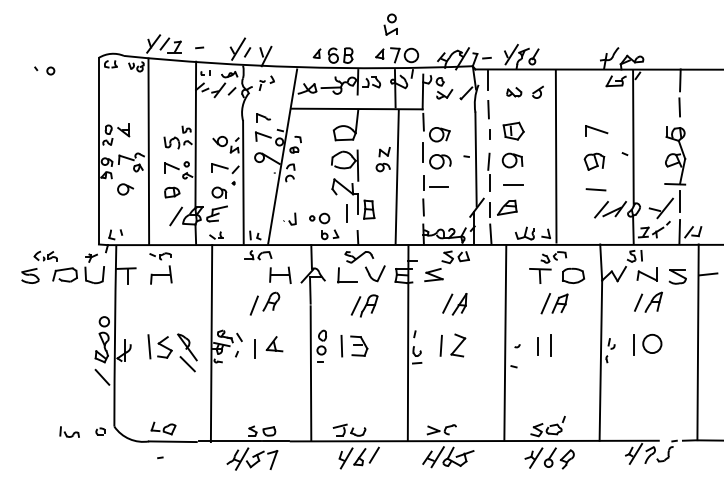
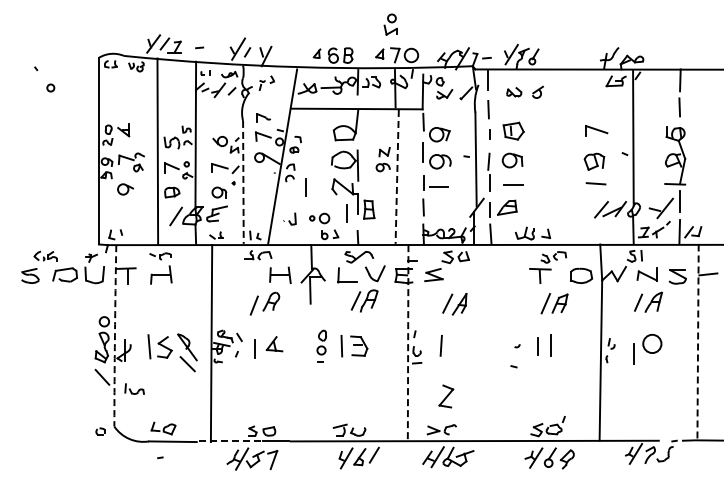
circle at (50, 70) position: (50, 70) -> (50, 87)
line at (148, 151) position: (148, 151) -> (157, 151)
line at (555, 156): present -> none
line at (397, 176): solid -> dashed
line at (243, 182): solid -> dashed
line at (305, 187): none -> present
line at (595, 189) position: (595, 189) -> (595, 183)
part at (573, 275) position: (573, 275) -> (581, 275)
part at (364, 305) position: (364, 305) -> (364, 300)
arc at (114, 335): solid -> dashed
line at (408, 342): solid -> dashed
line at (505, 342): present -> none
line at (698, 342): solid -> dashed
line at (633, 344) position: (633, 344) -> (633, 353)
part at (458, 345) position: (458, 345) -> (446, 396)
line at (310, 373): present -> none
part at (69, 431) position: (69, 431) -> (134, 388)
line at (230, 441): solid -> dashed
